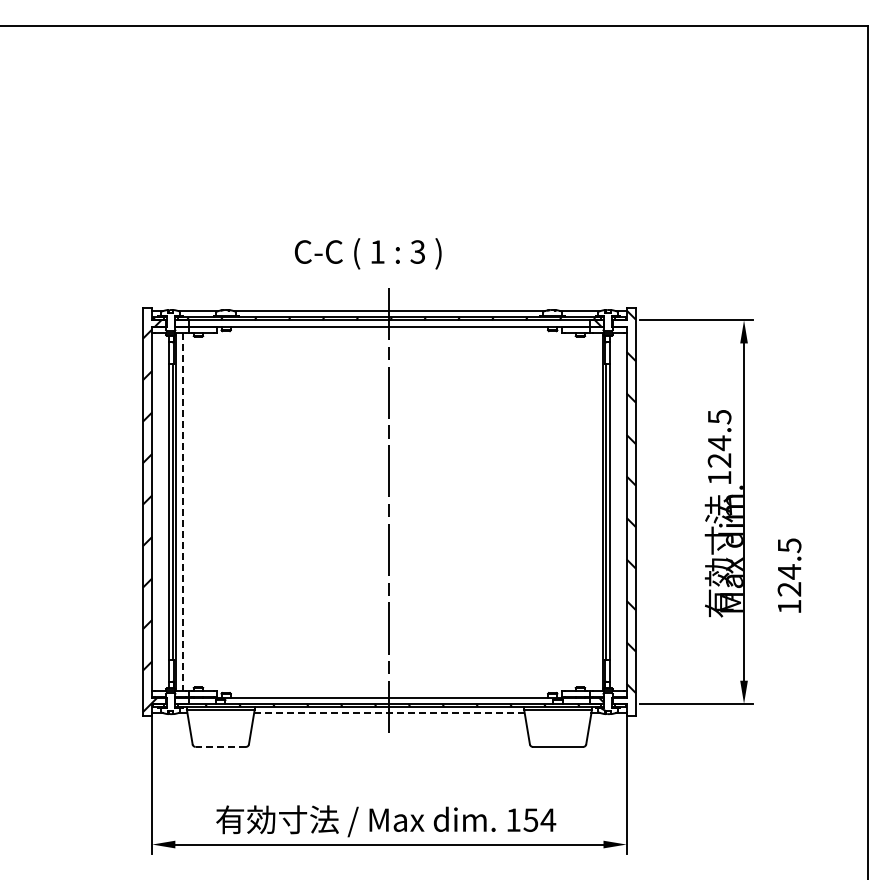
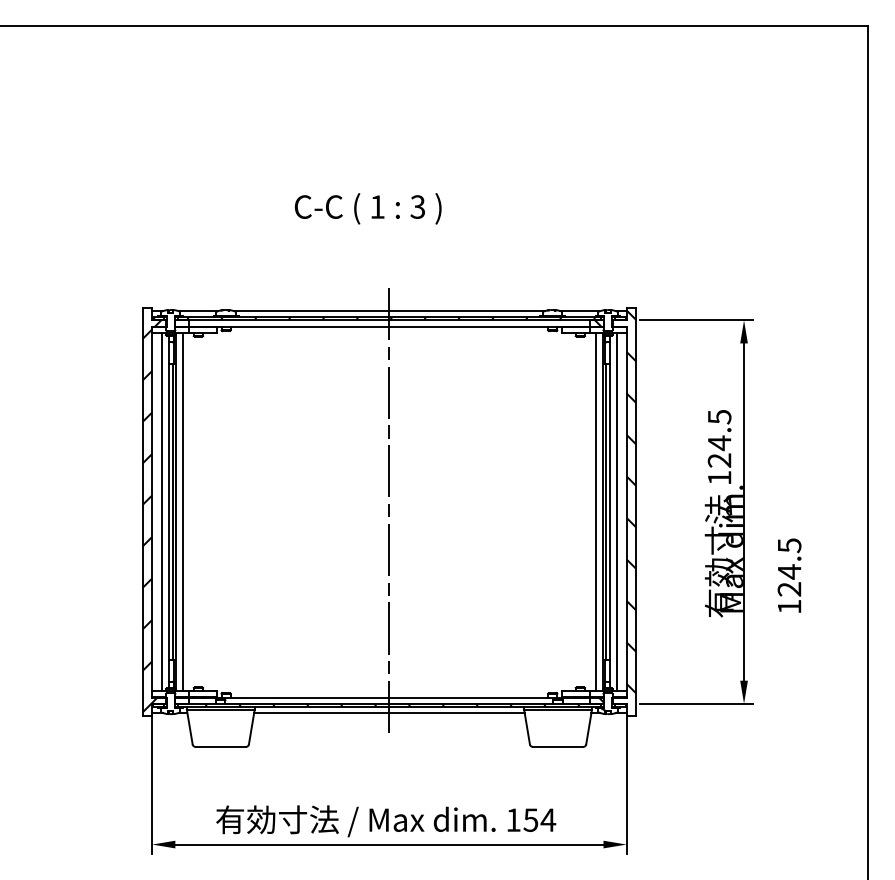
text at (368, 253) position: (368, 253) -> (368, 208)
line at (161, 511): none -> present
line at (595, 511): none -> present
line at (617, 511): none -> present
line at (183, 512): dashed -> solid
line at (389, 713): dashed -> solid
line at (220, 746): dashed -> solid
